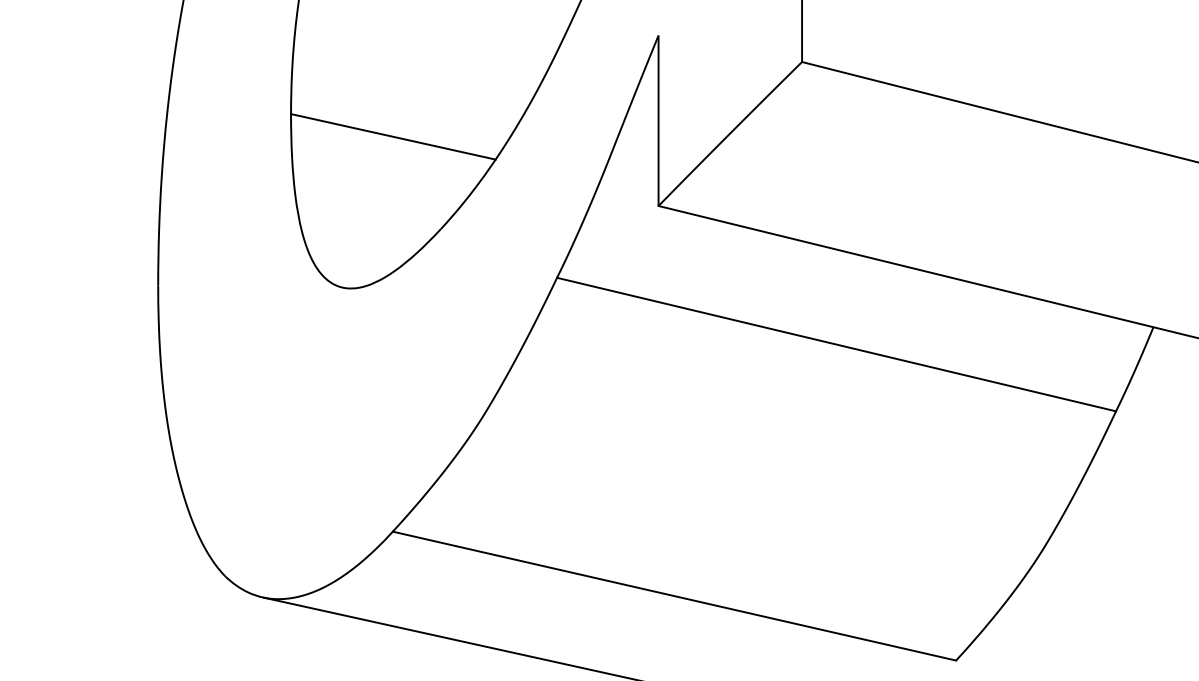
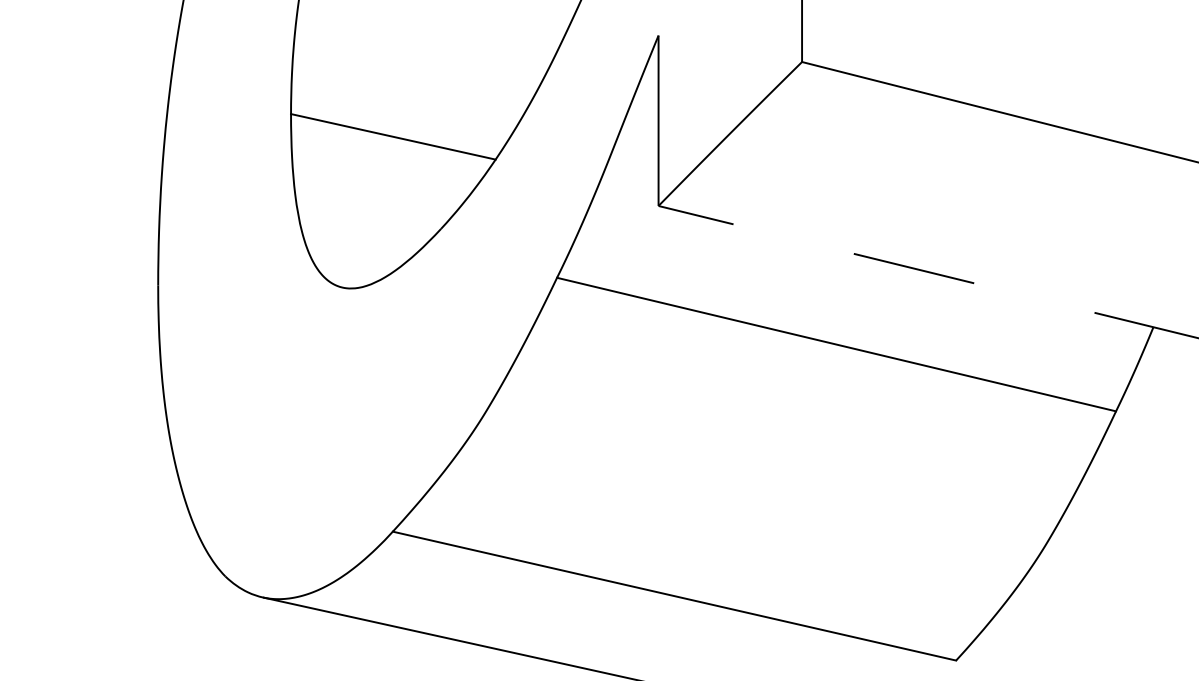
line at (928, 272): solid -> dashed
